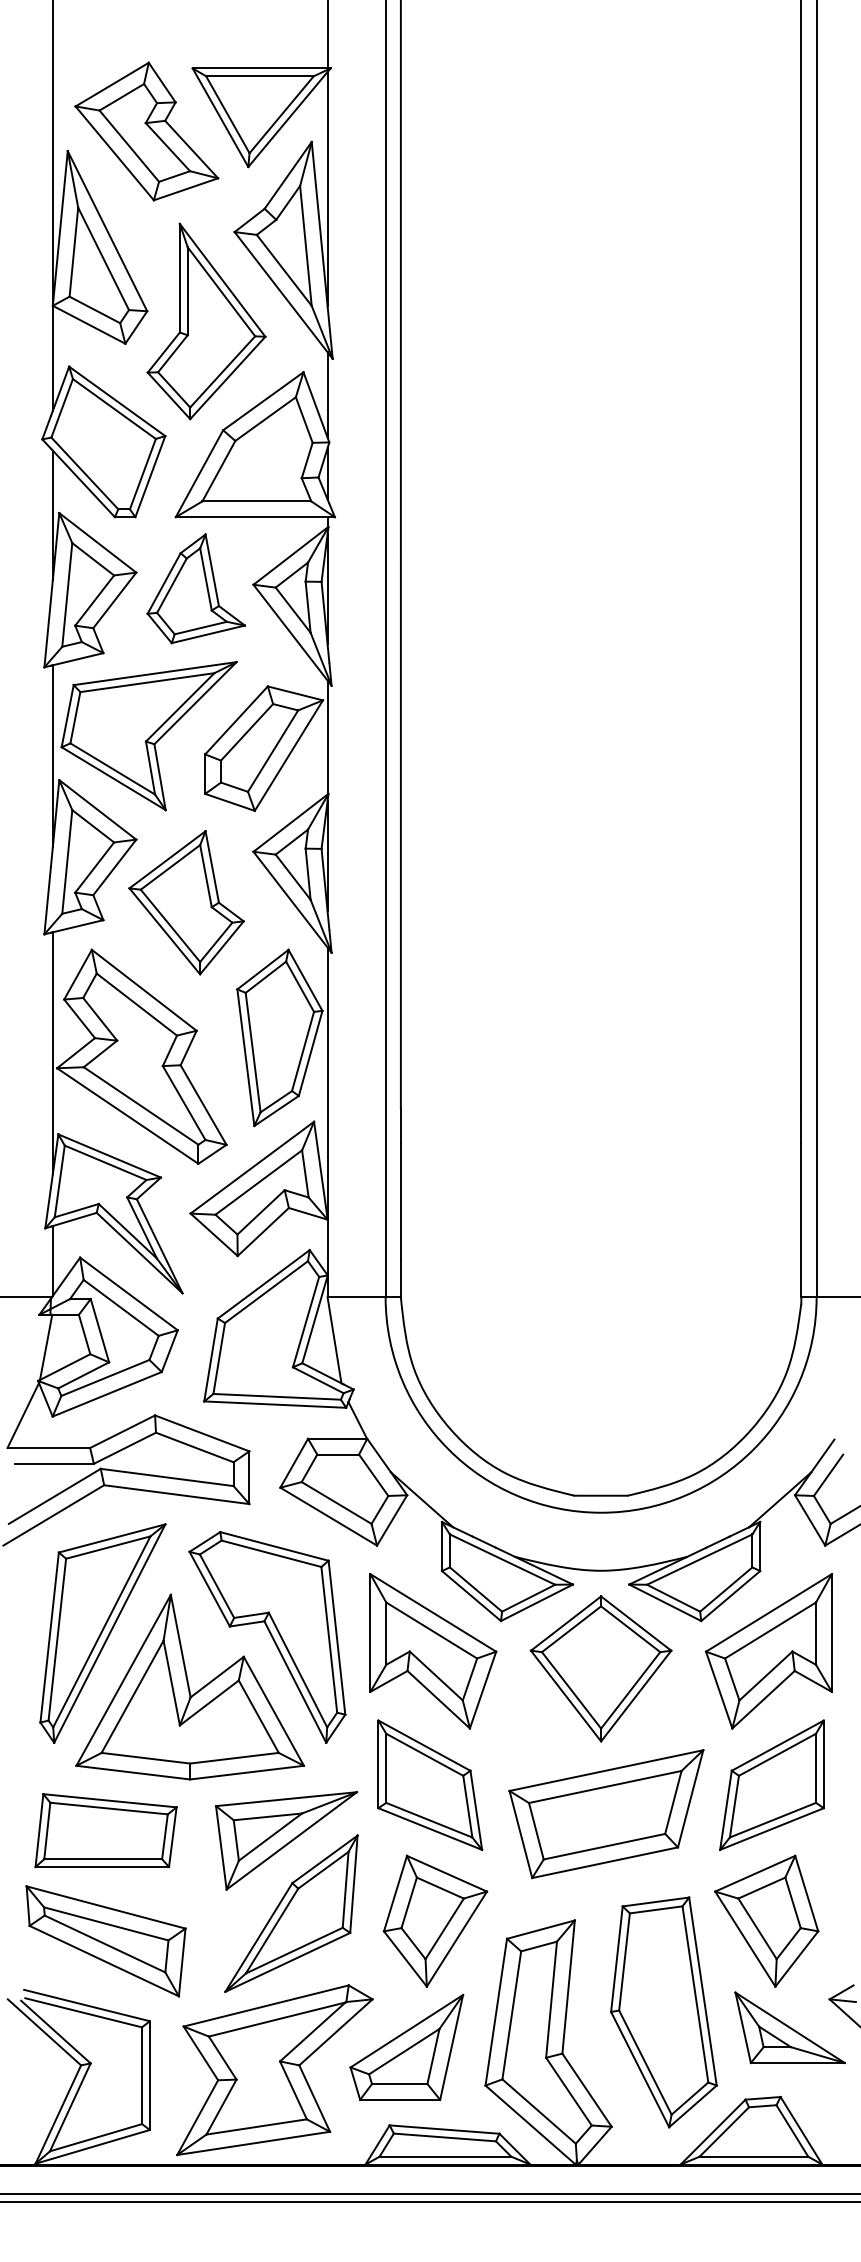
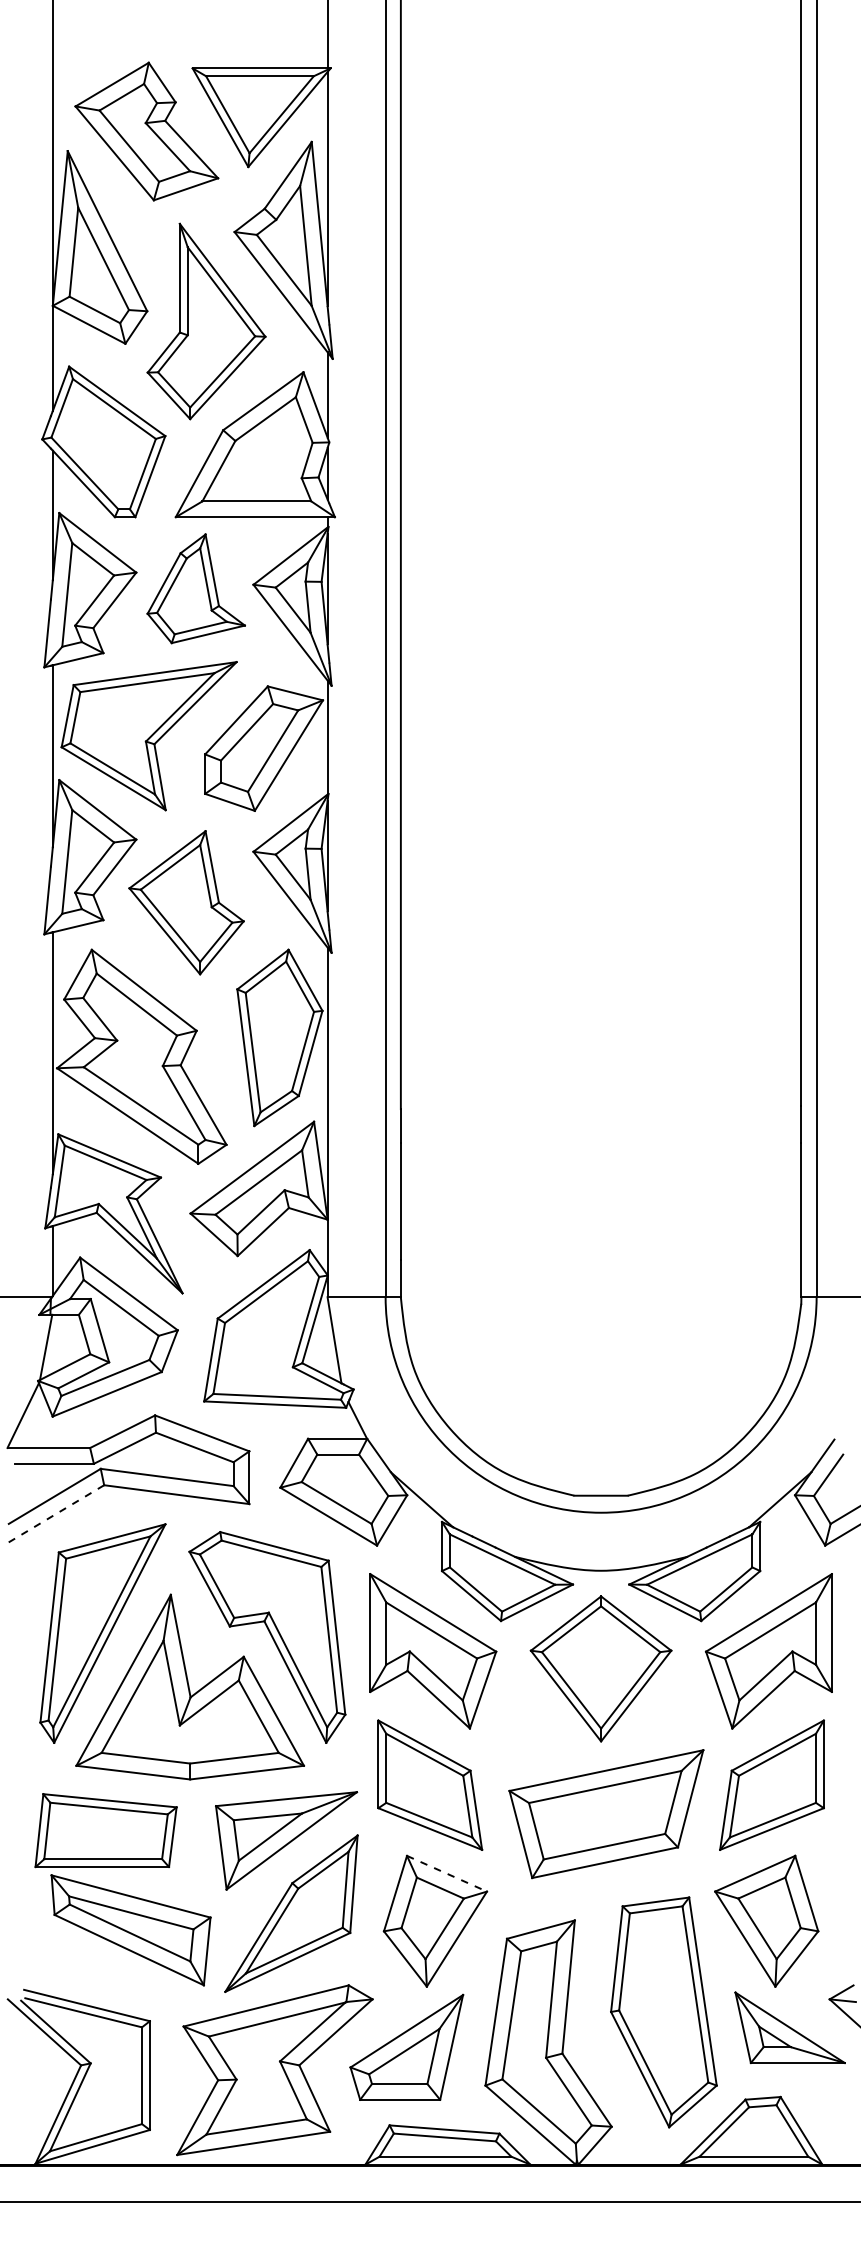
line at (53, 1515): solid -> dashed
line at (447, 1873): solid -> dashed
part at (105, 1941) position: (105, 1941) -> (130, 1930)
line at (429, 2194): present -> none
